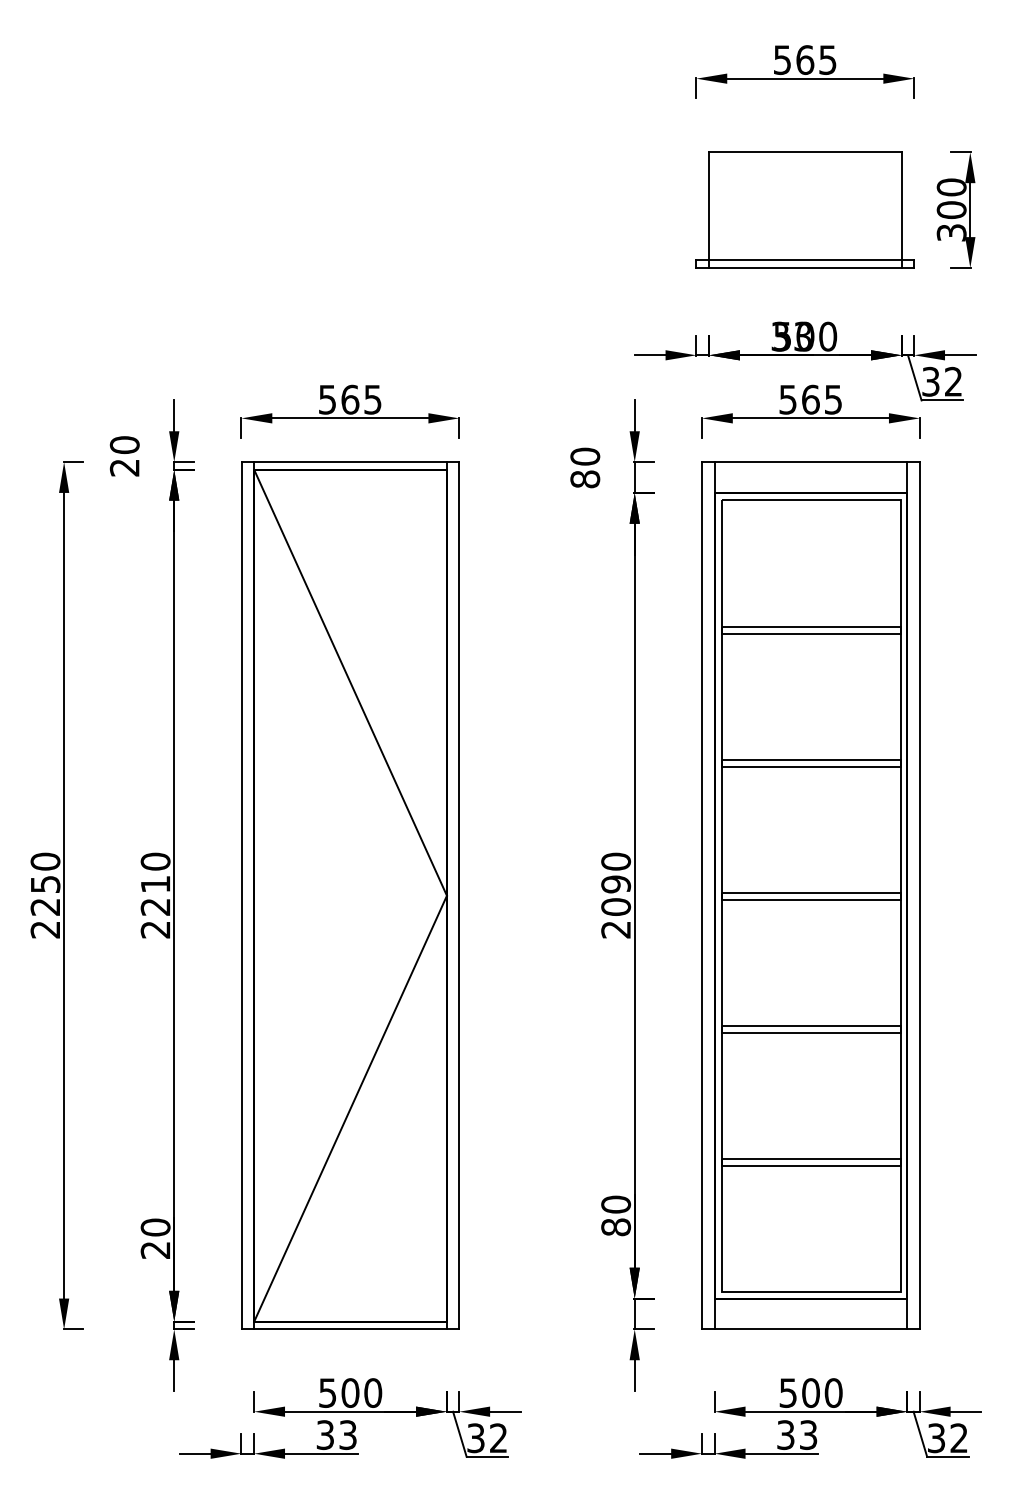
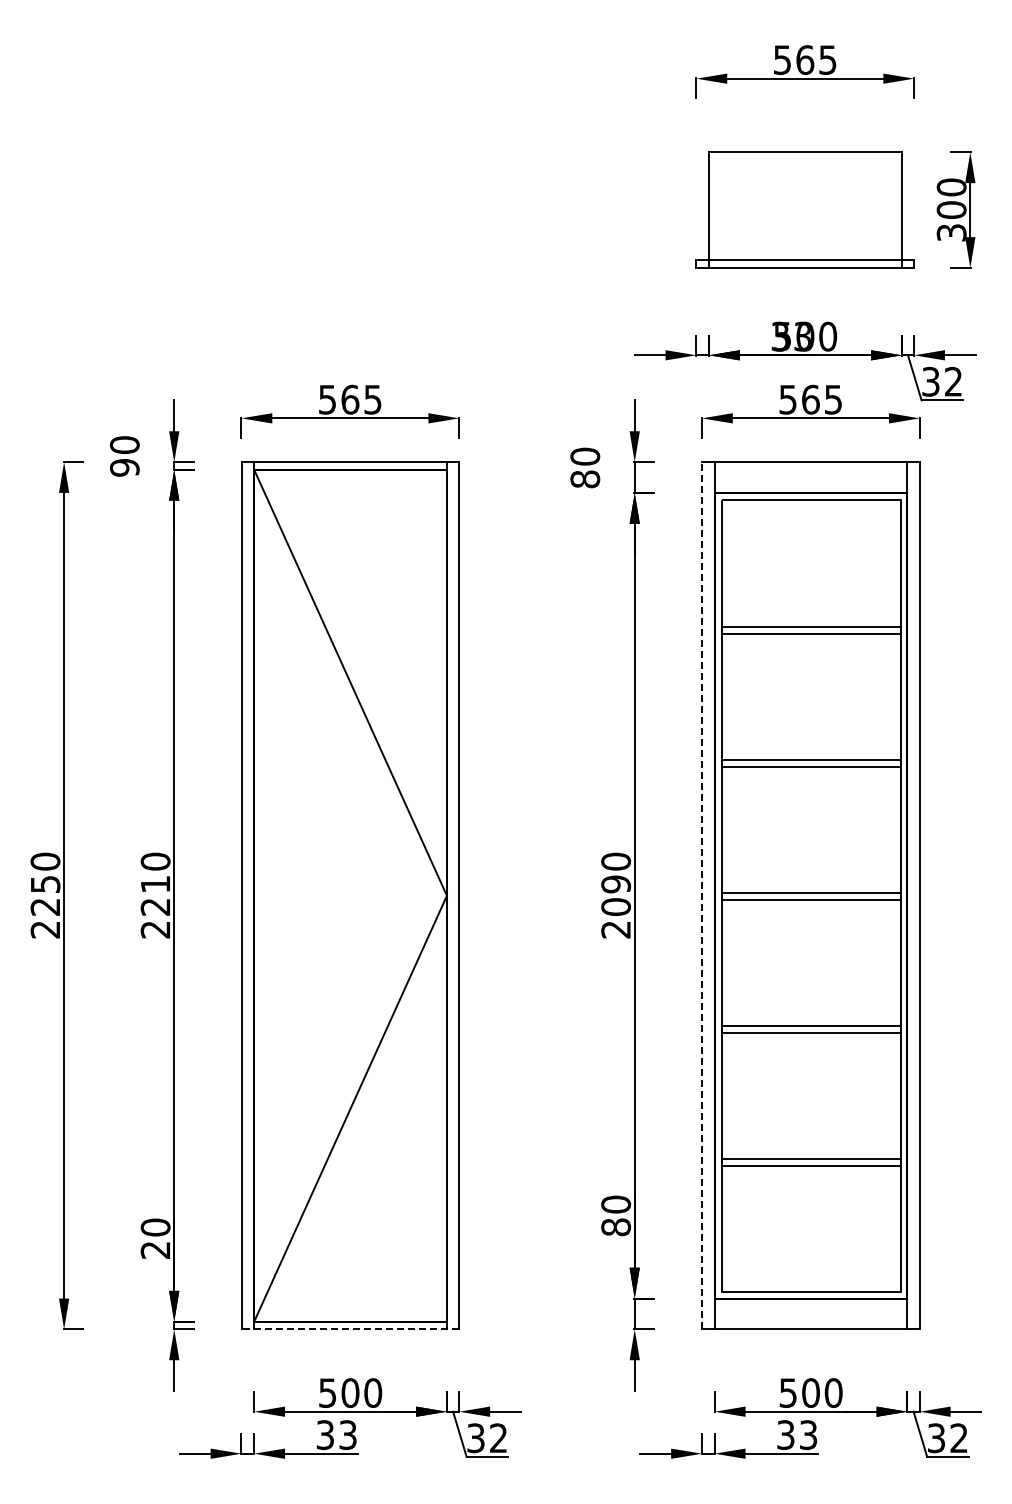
text at (124, 467): 20 -> 90
line at (701, 895): solid -> dashed
line at (350, 1329): solid -> dashed
